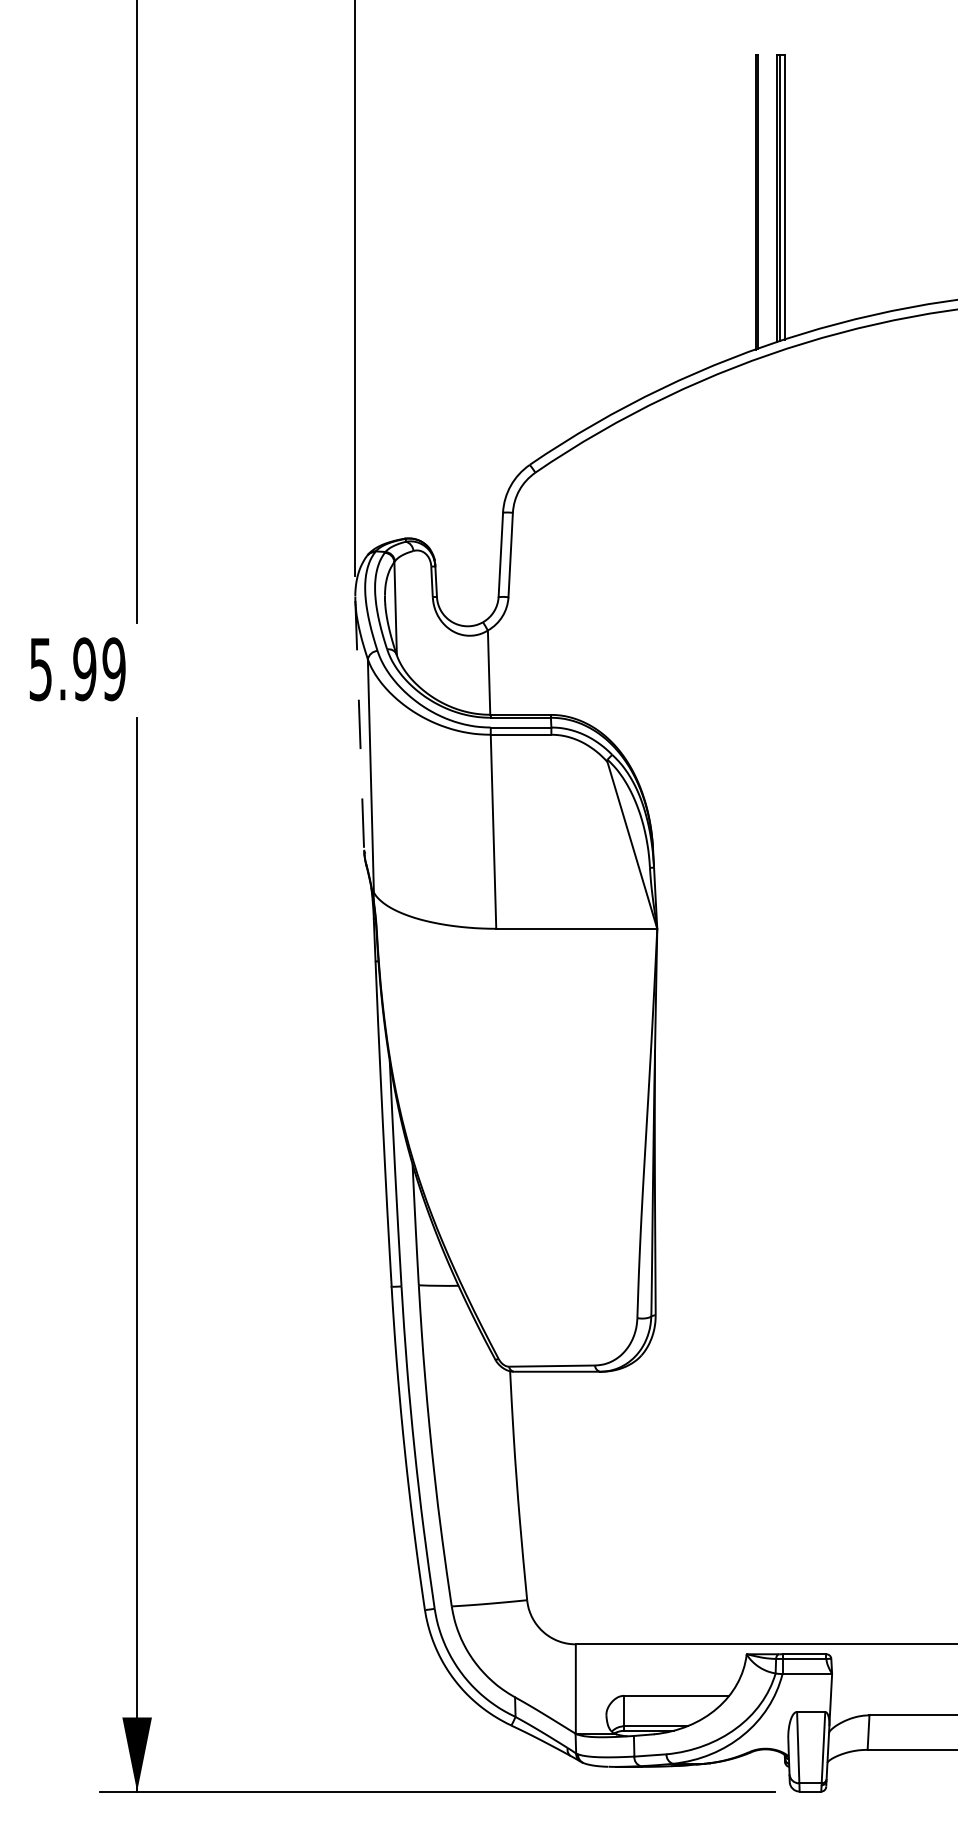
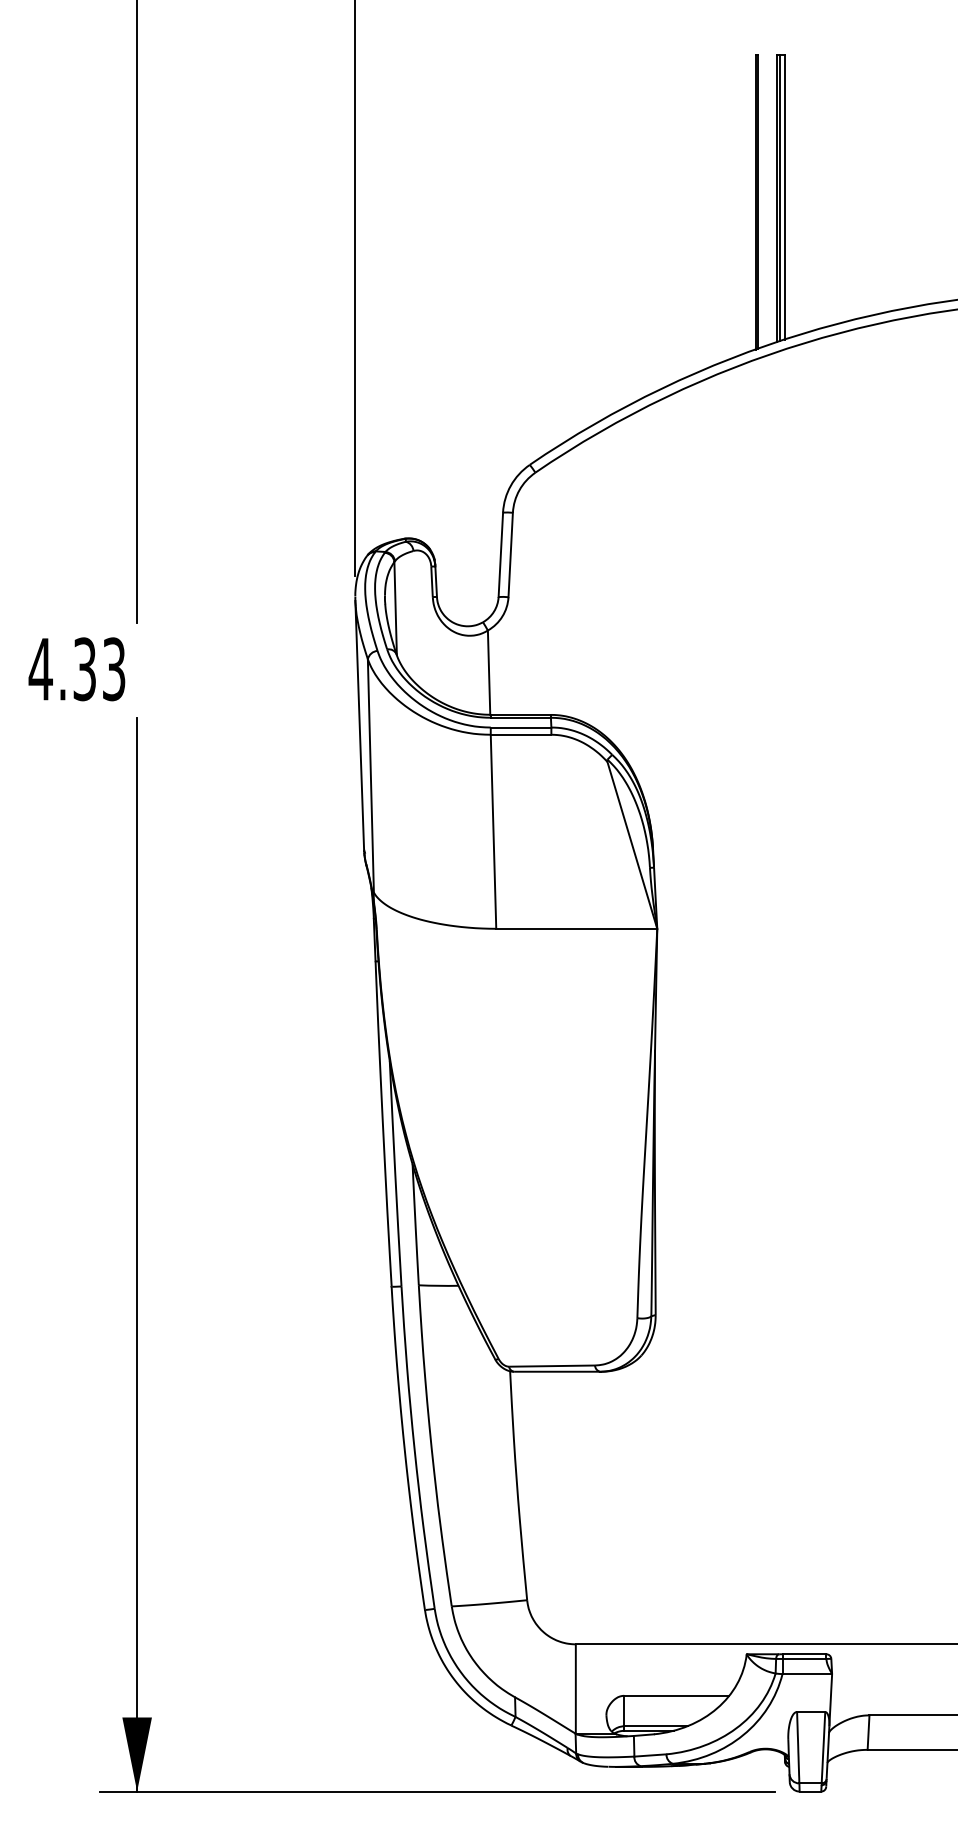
text at (76, 669): 5.99 -> 4.33
line at (359, 725): dashed -> solid
